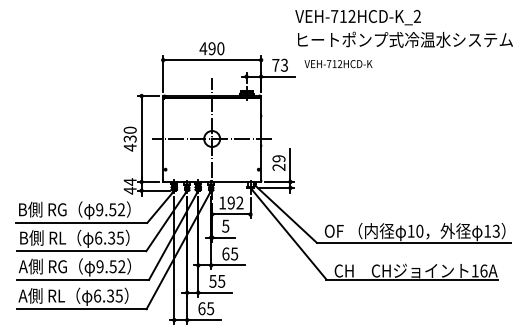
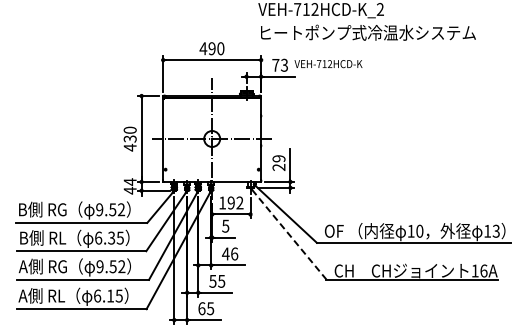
text at (403, 28) position: (403, 28) -> (366, 21)
text at (338, 64) position: (338, 64) -> (328, 64)
line at (289, 235): solid -> dashed
text at (230, 253): 65 -> 46
text at (110, 295): 6.35 -> 6.15
